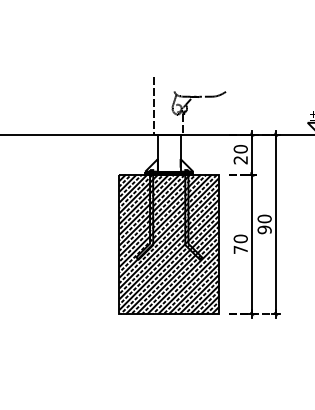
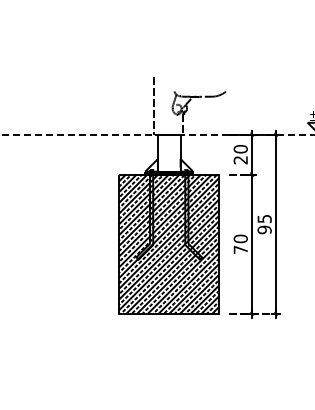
line at (157, 134): solid -> dashed
text at (264, 218): 90 -> 95
